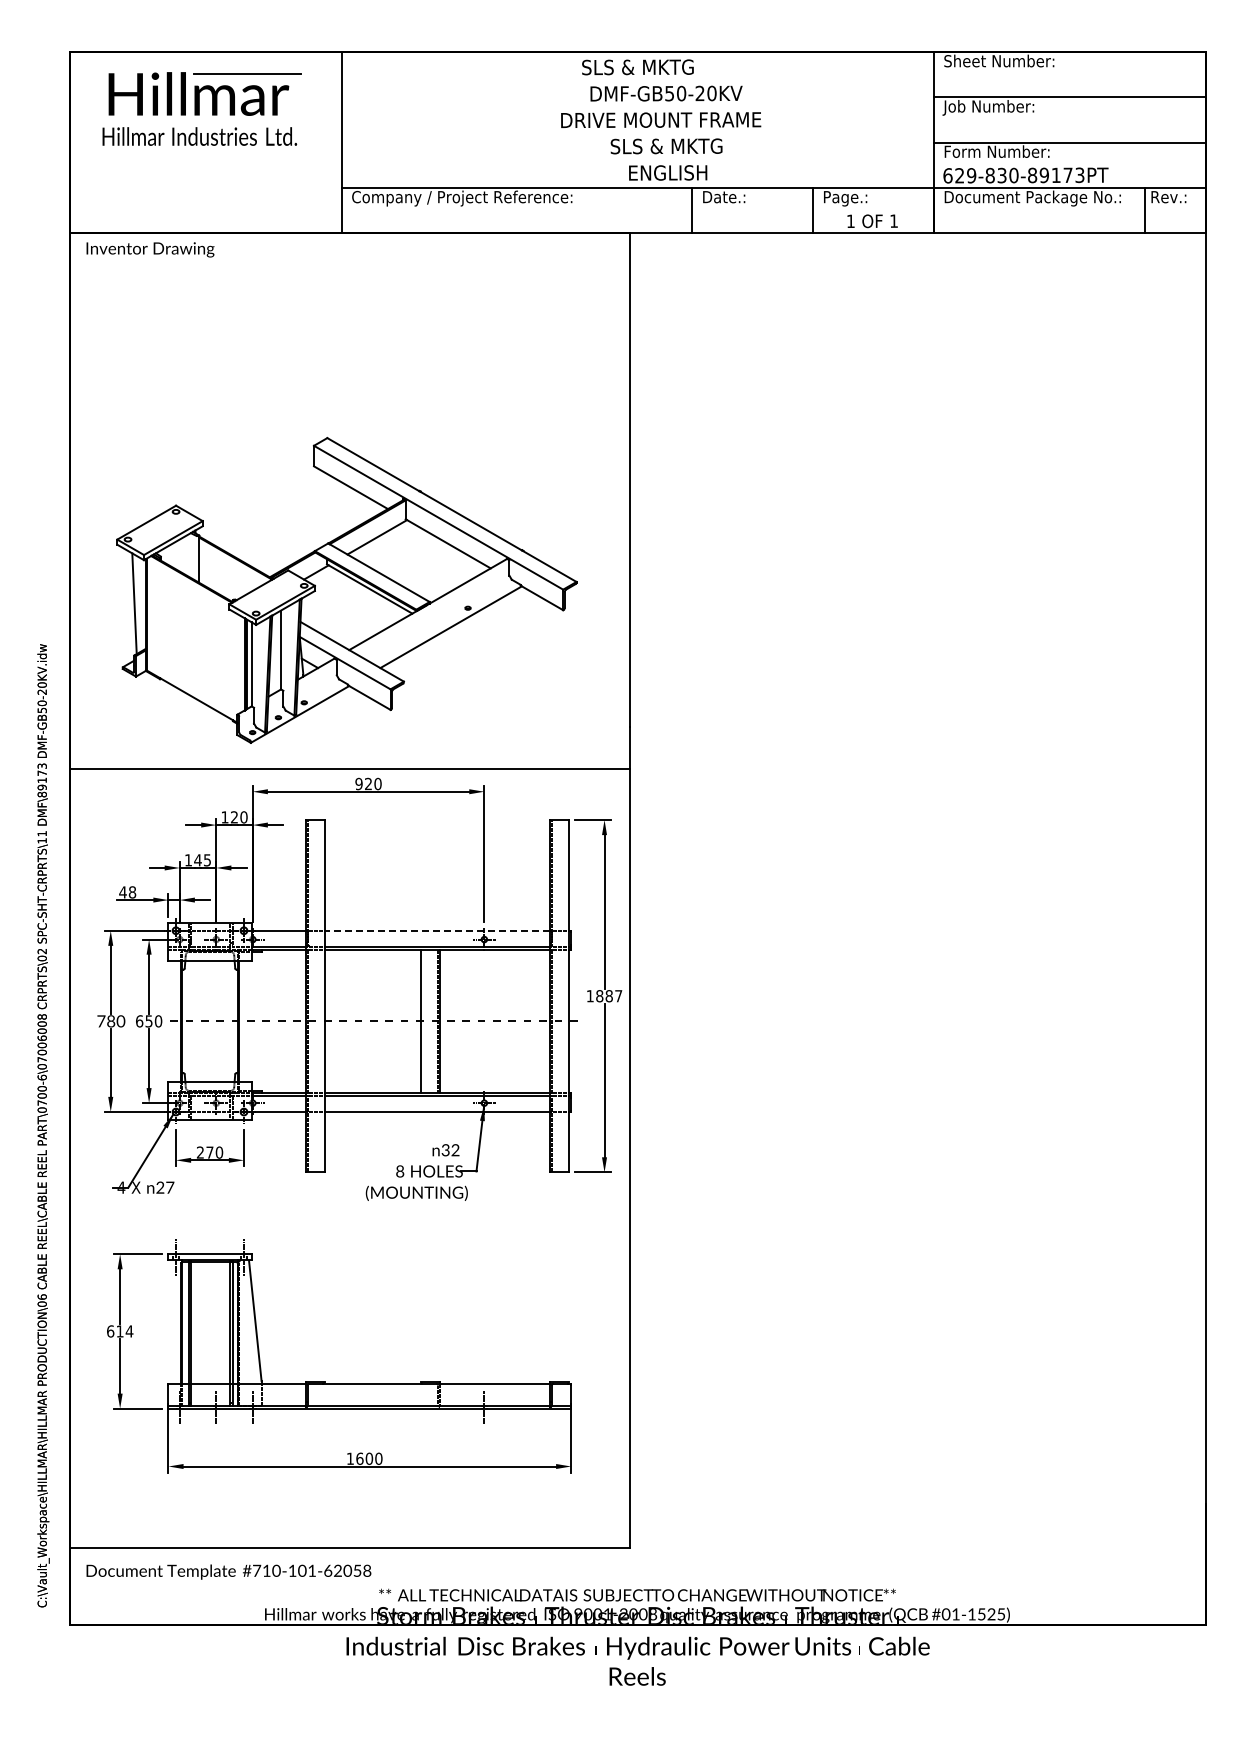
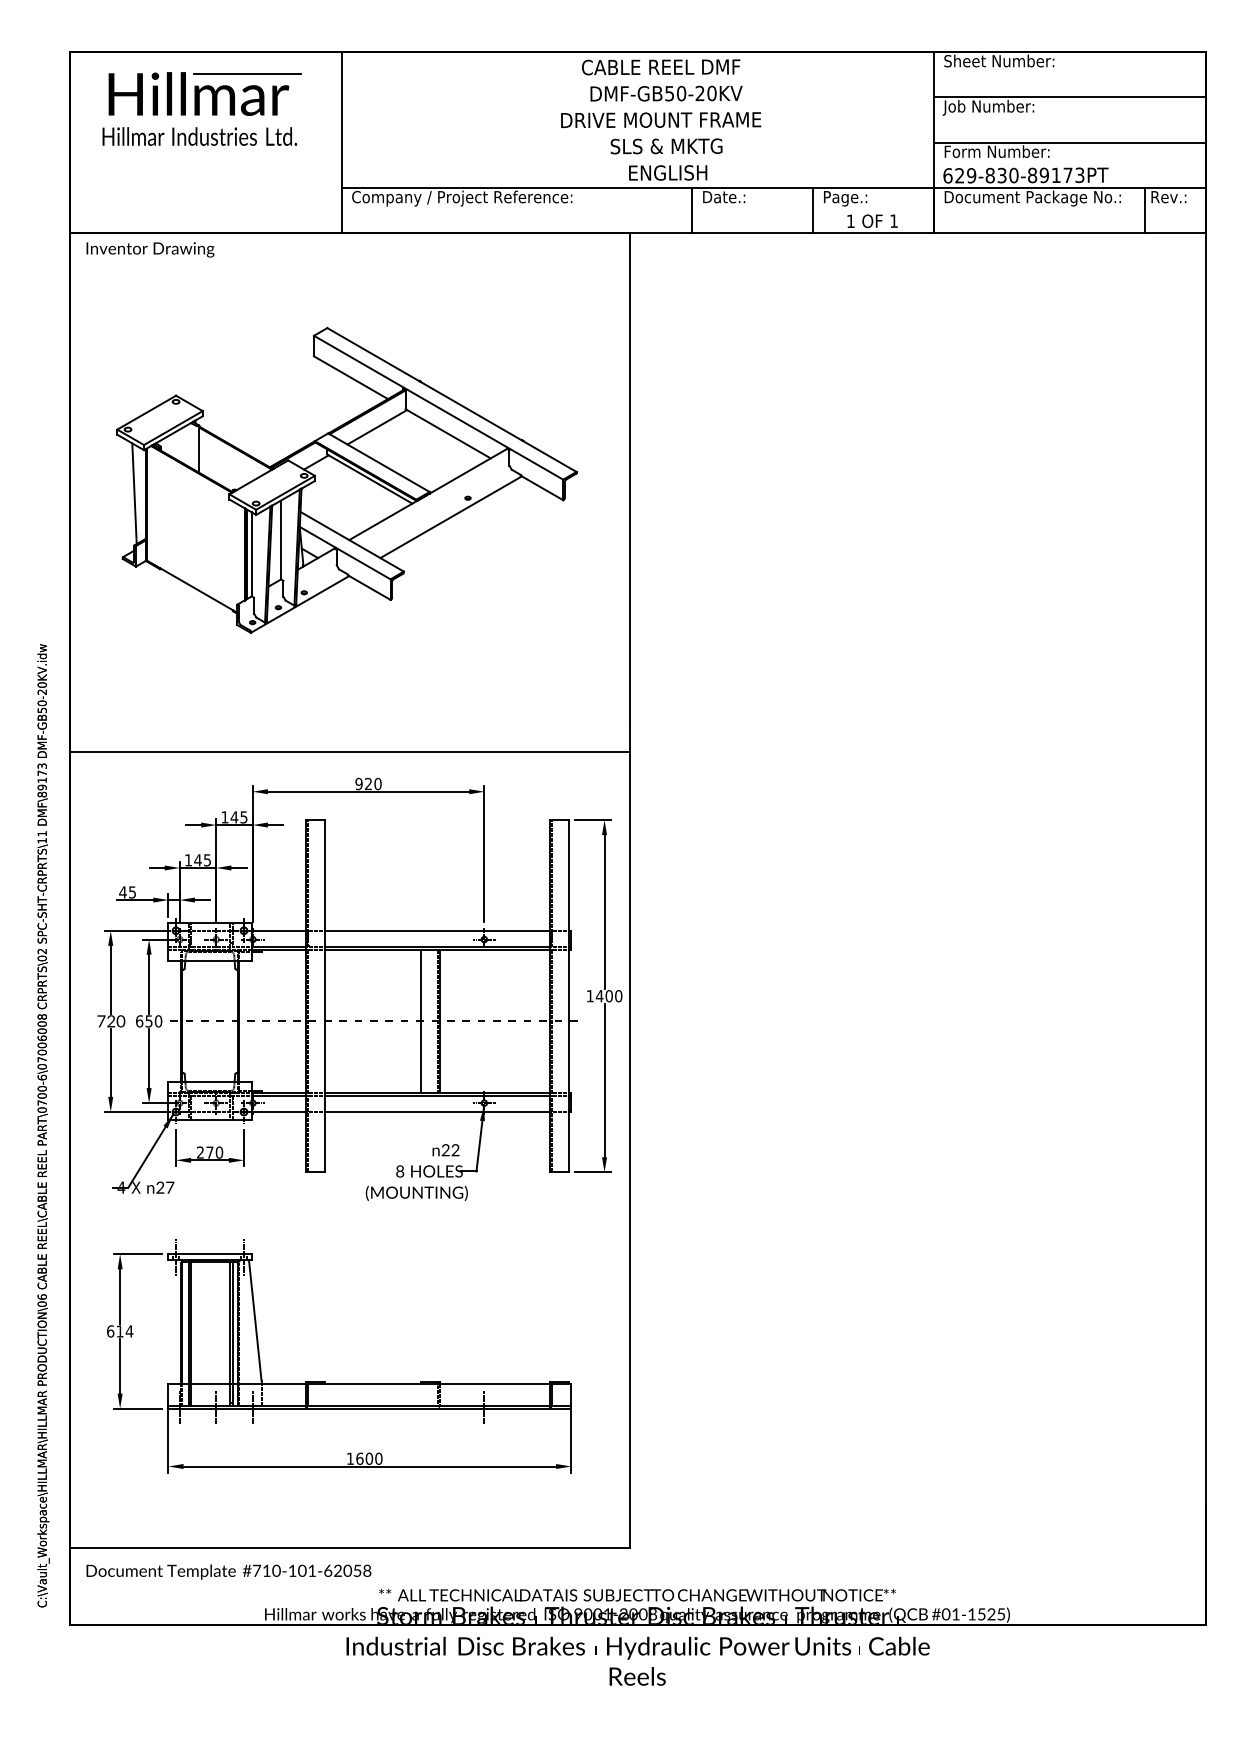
text at (661, 67): SLS & MKTG -> CABLE REEL DMF
part at (346, 590) position: (346, 590) -> (346, 480)
line at (349, 768) position: (349, 768) -> (349, 751)
text at (238, 817): 120 -> 145
text at (132, 892): 48 -> 45
line at (437, 930): dashed -> solid
text at (608, 996): 1887 -> 1400
text at (111, 1021): 780 -> 720
text at (445, 1152): 32 -> 22
